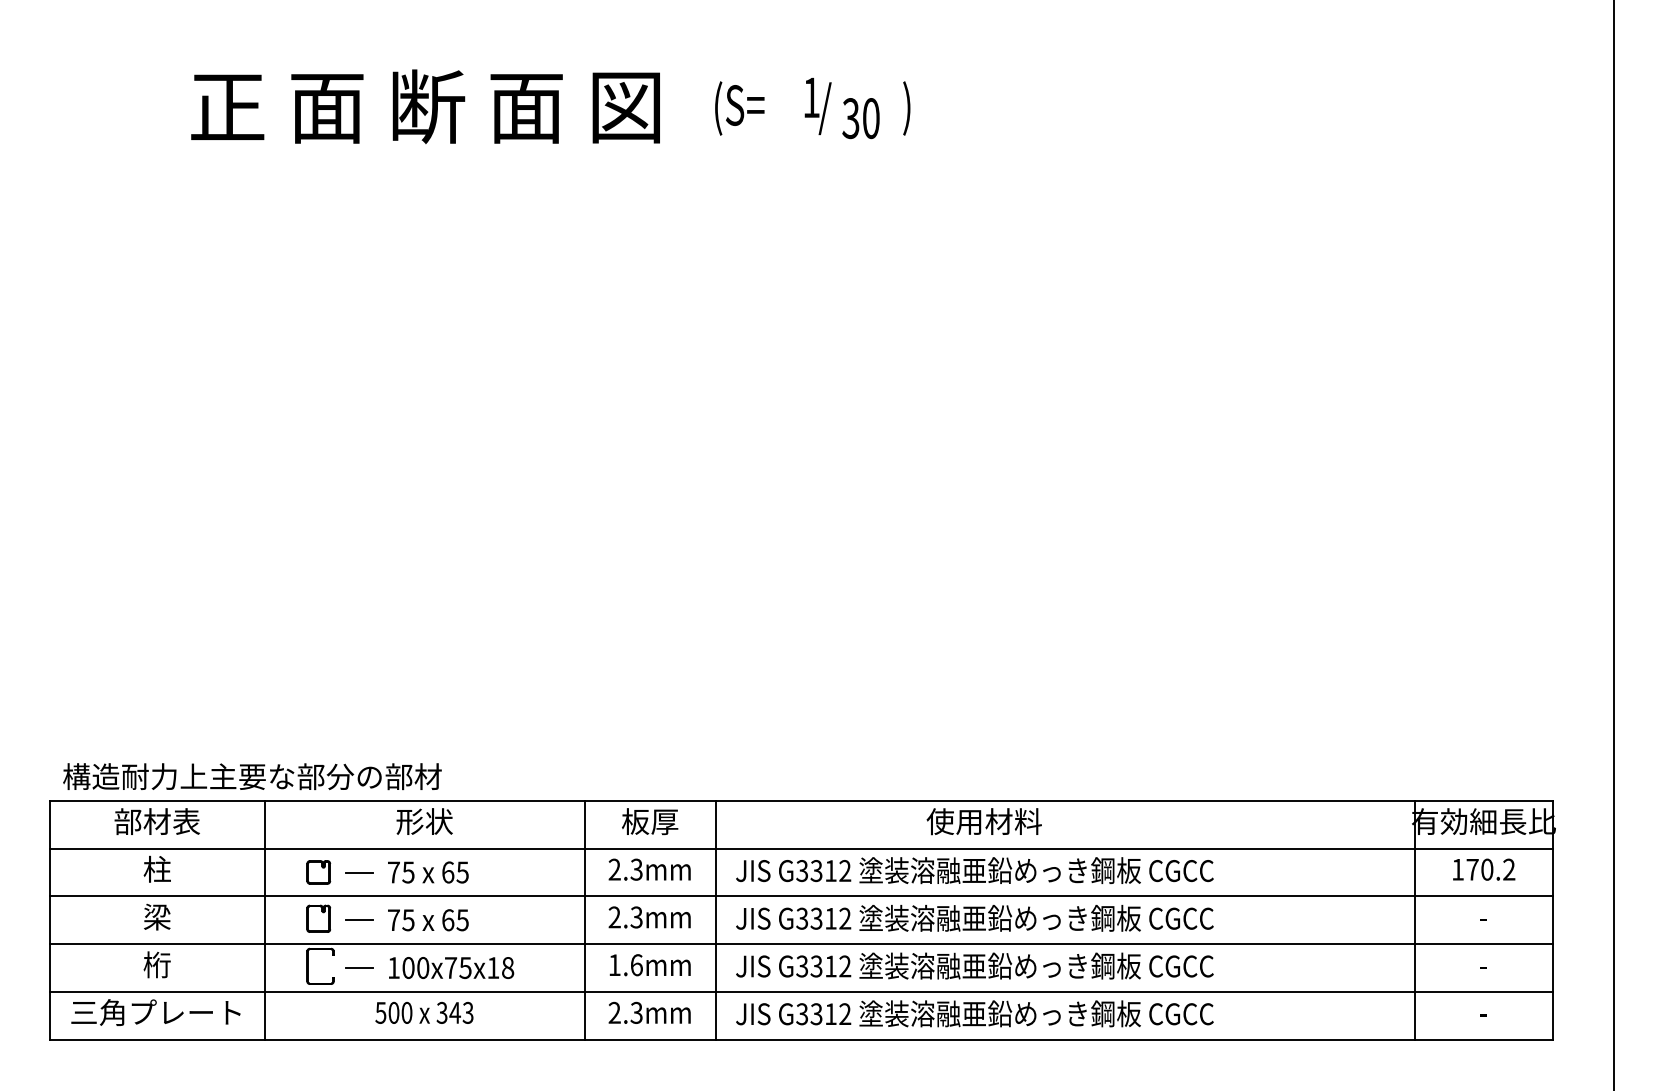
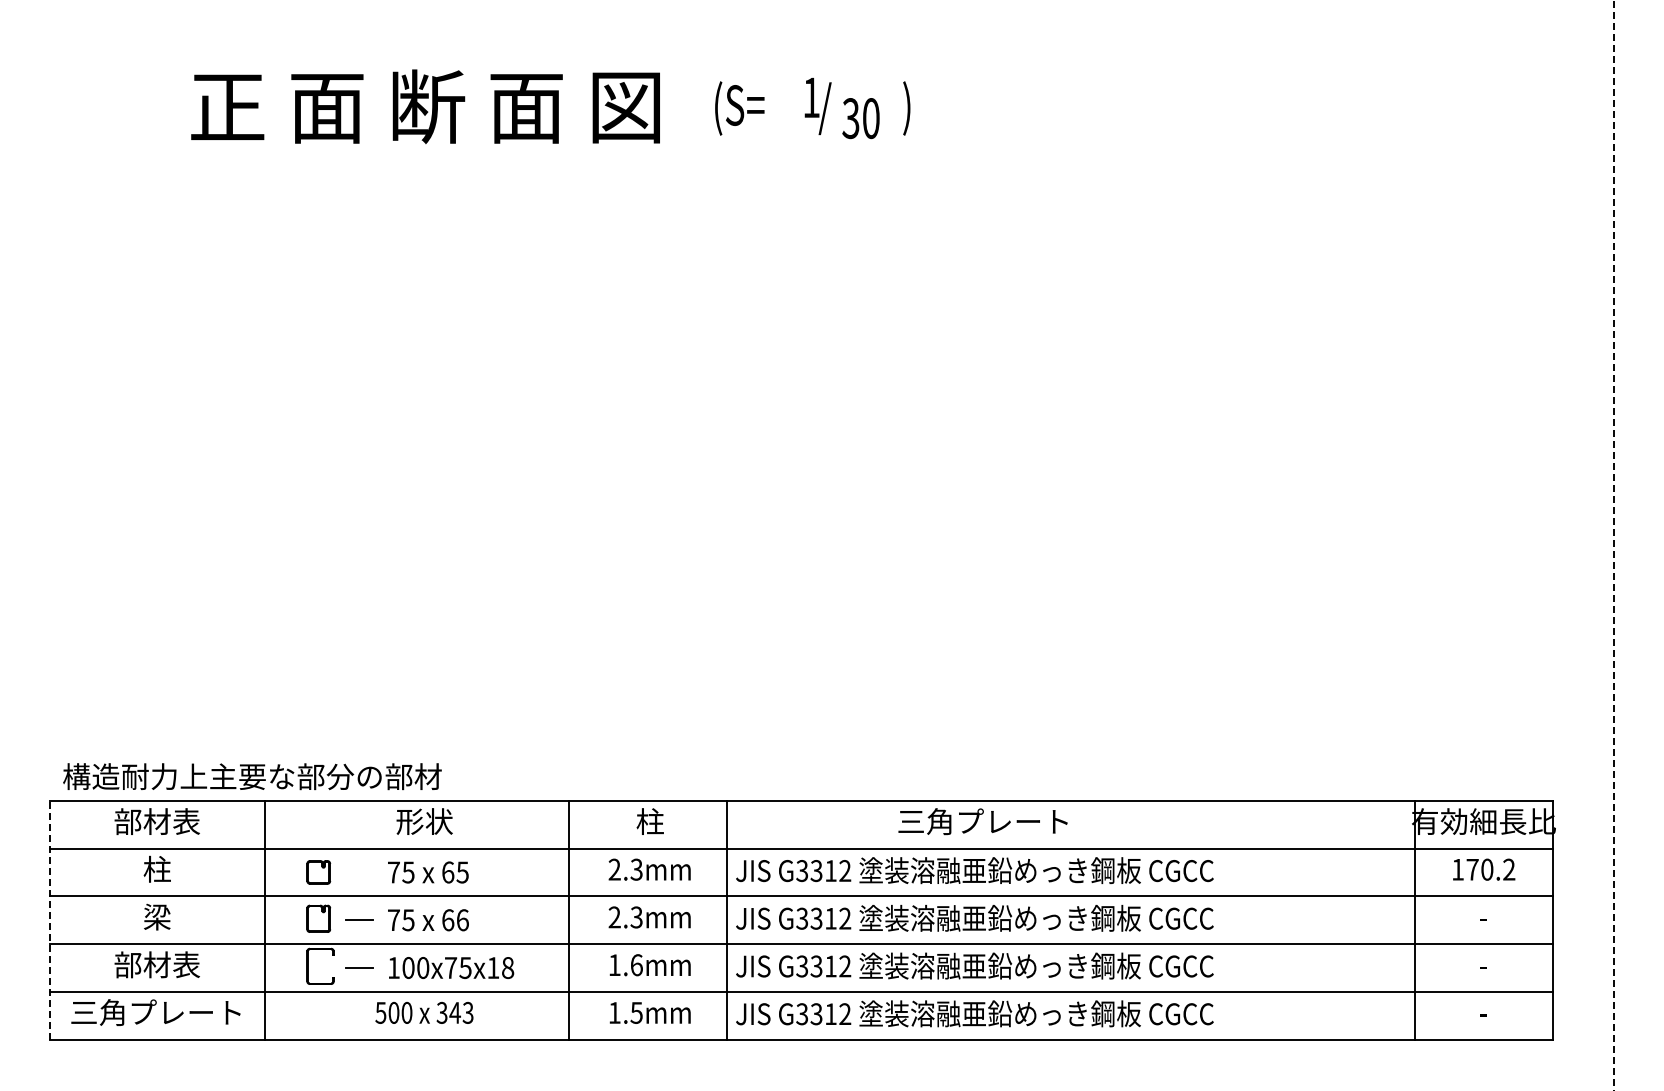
line at (1614, 545): solid -> dashed
text at (650, 821): 板厚 -> 柱
text at (982, 821): 使用材料 -> 三角プレート
line at (359, 872): present -> none
line at (49, 919): solid -> dashed
line at (584, 919) position: (584, 919) -> (568, 919)
line at (715, 919) position: (715, 919) -> (726, 919)
text at (462, 920): 65 -> 66
text at (156, 964): 桁 -> 部材表
text at (625, 1012): 2.3mm -> 1.5mm
